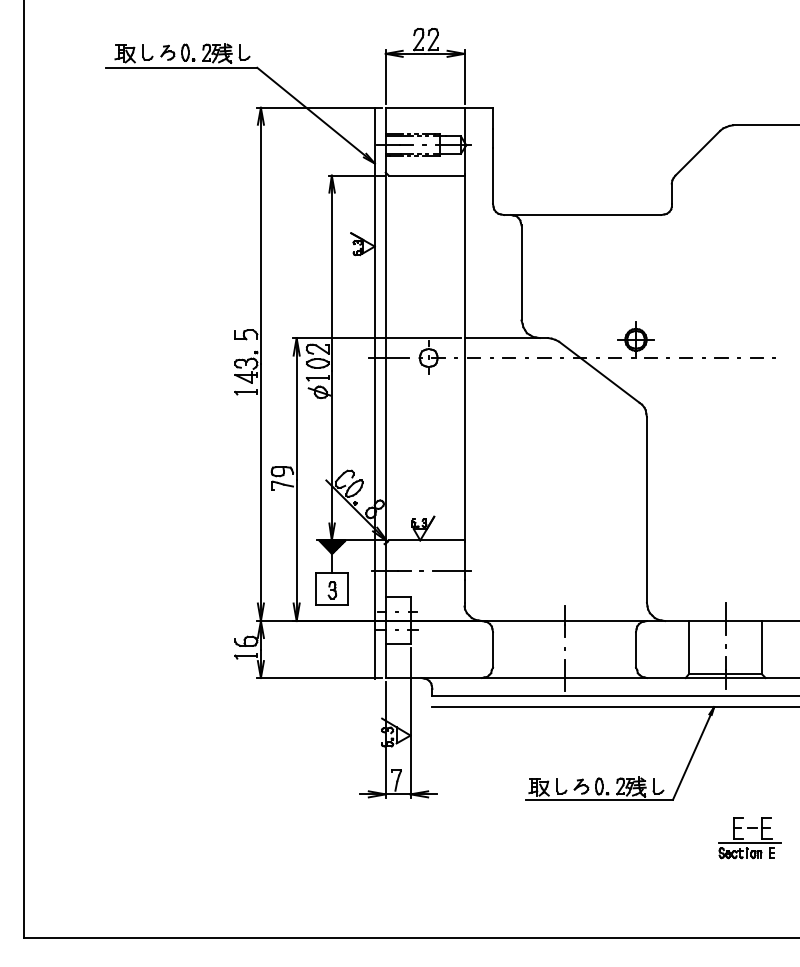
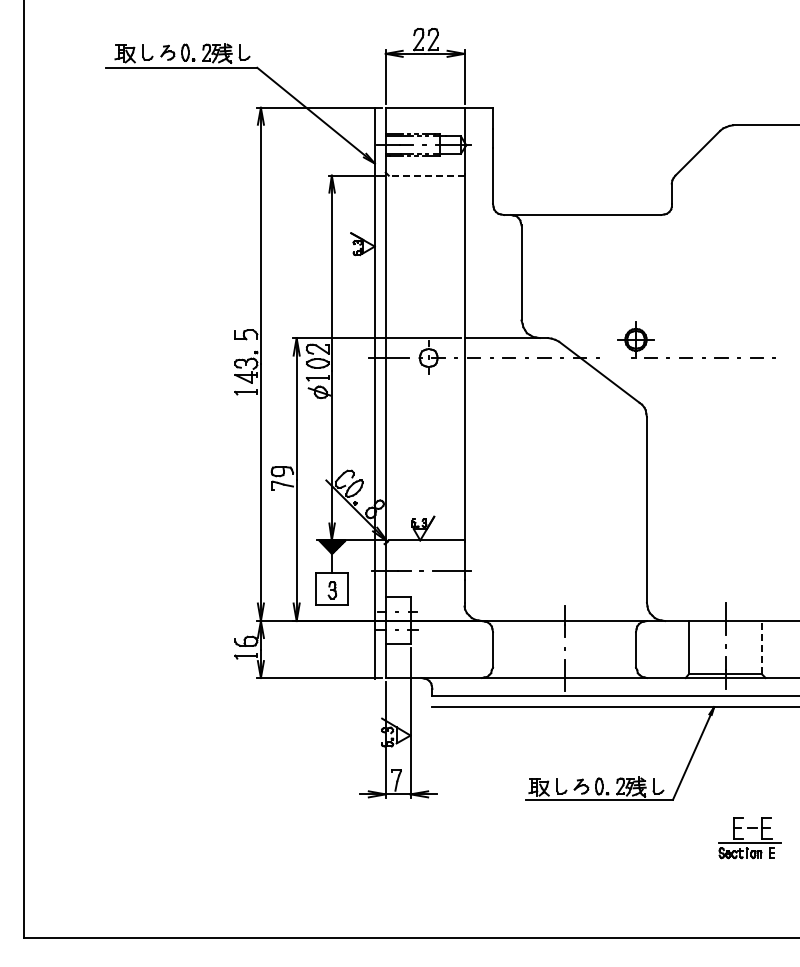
line at (426, 175): solid -> dashed
line at (614, 357): present -> none
line at (762, 647): solid -> dashed
